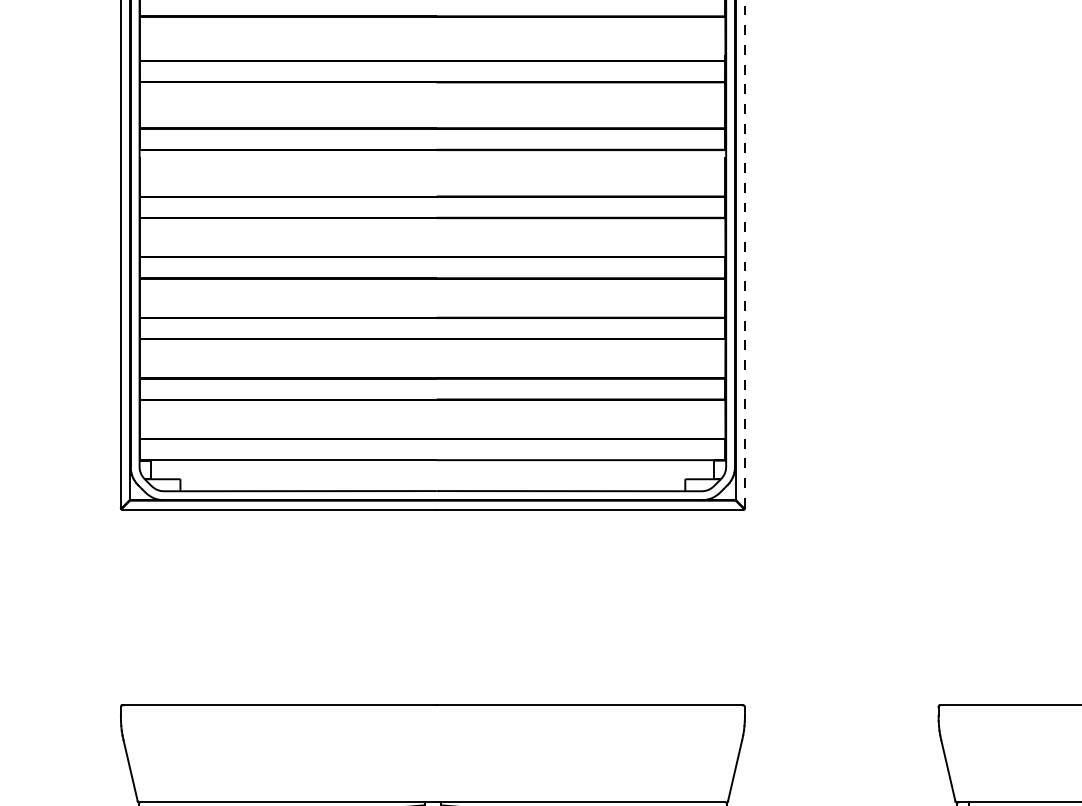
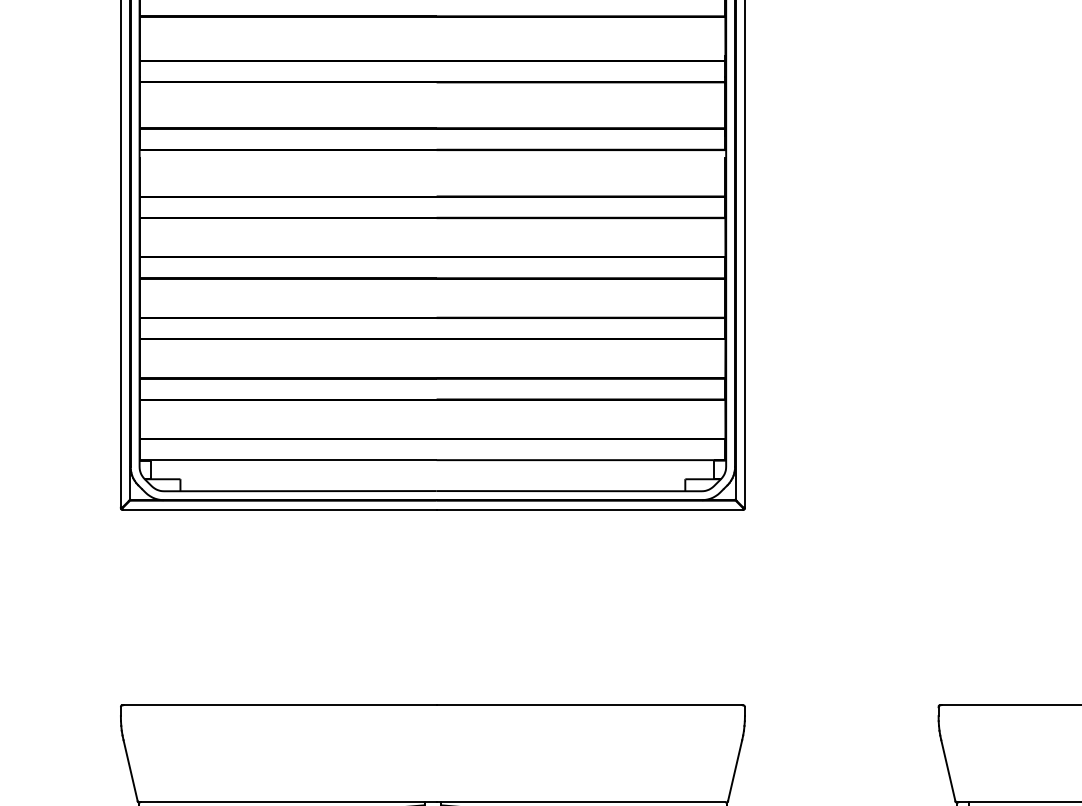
line at (744, 253): dashed -> solid
